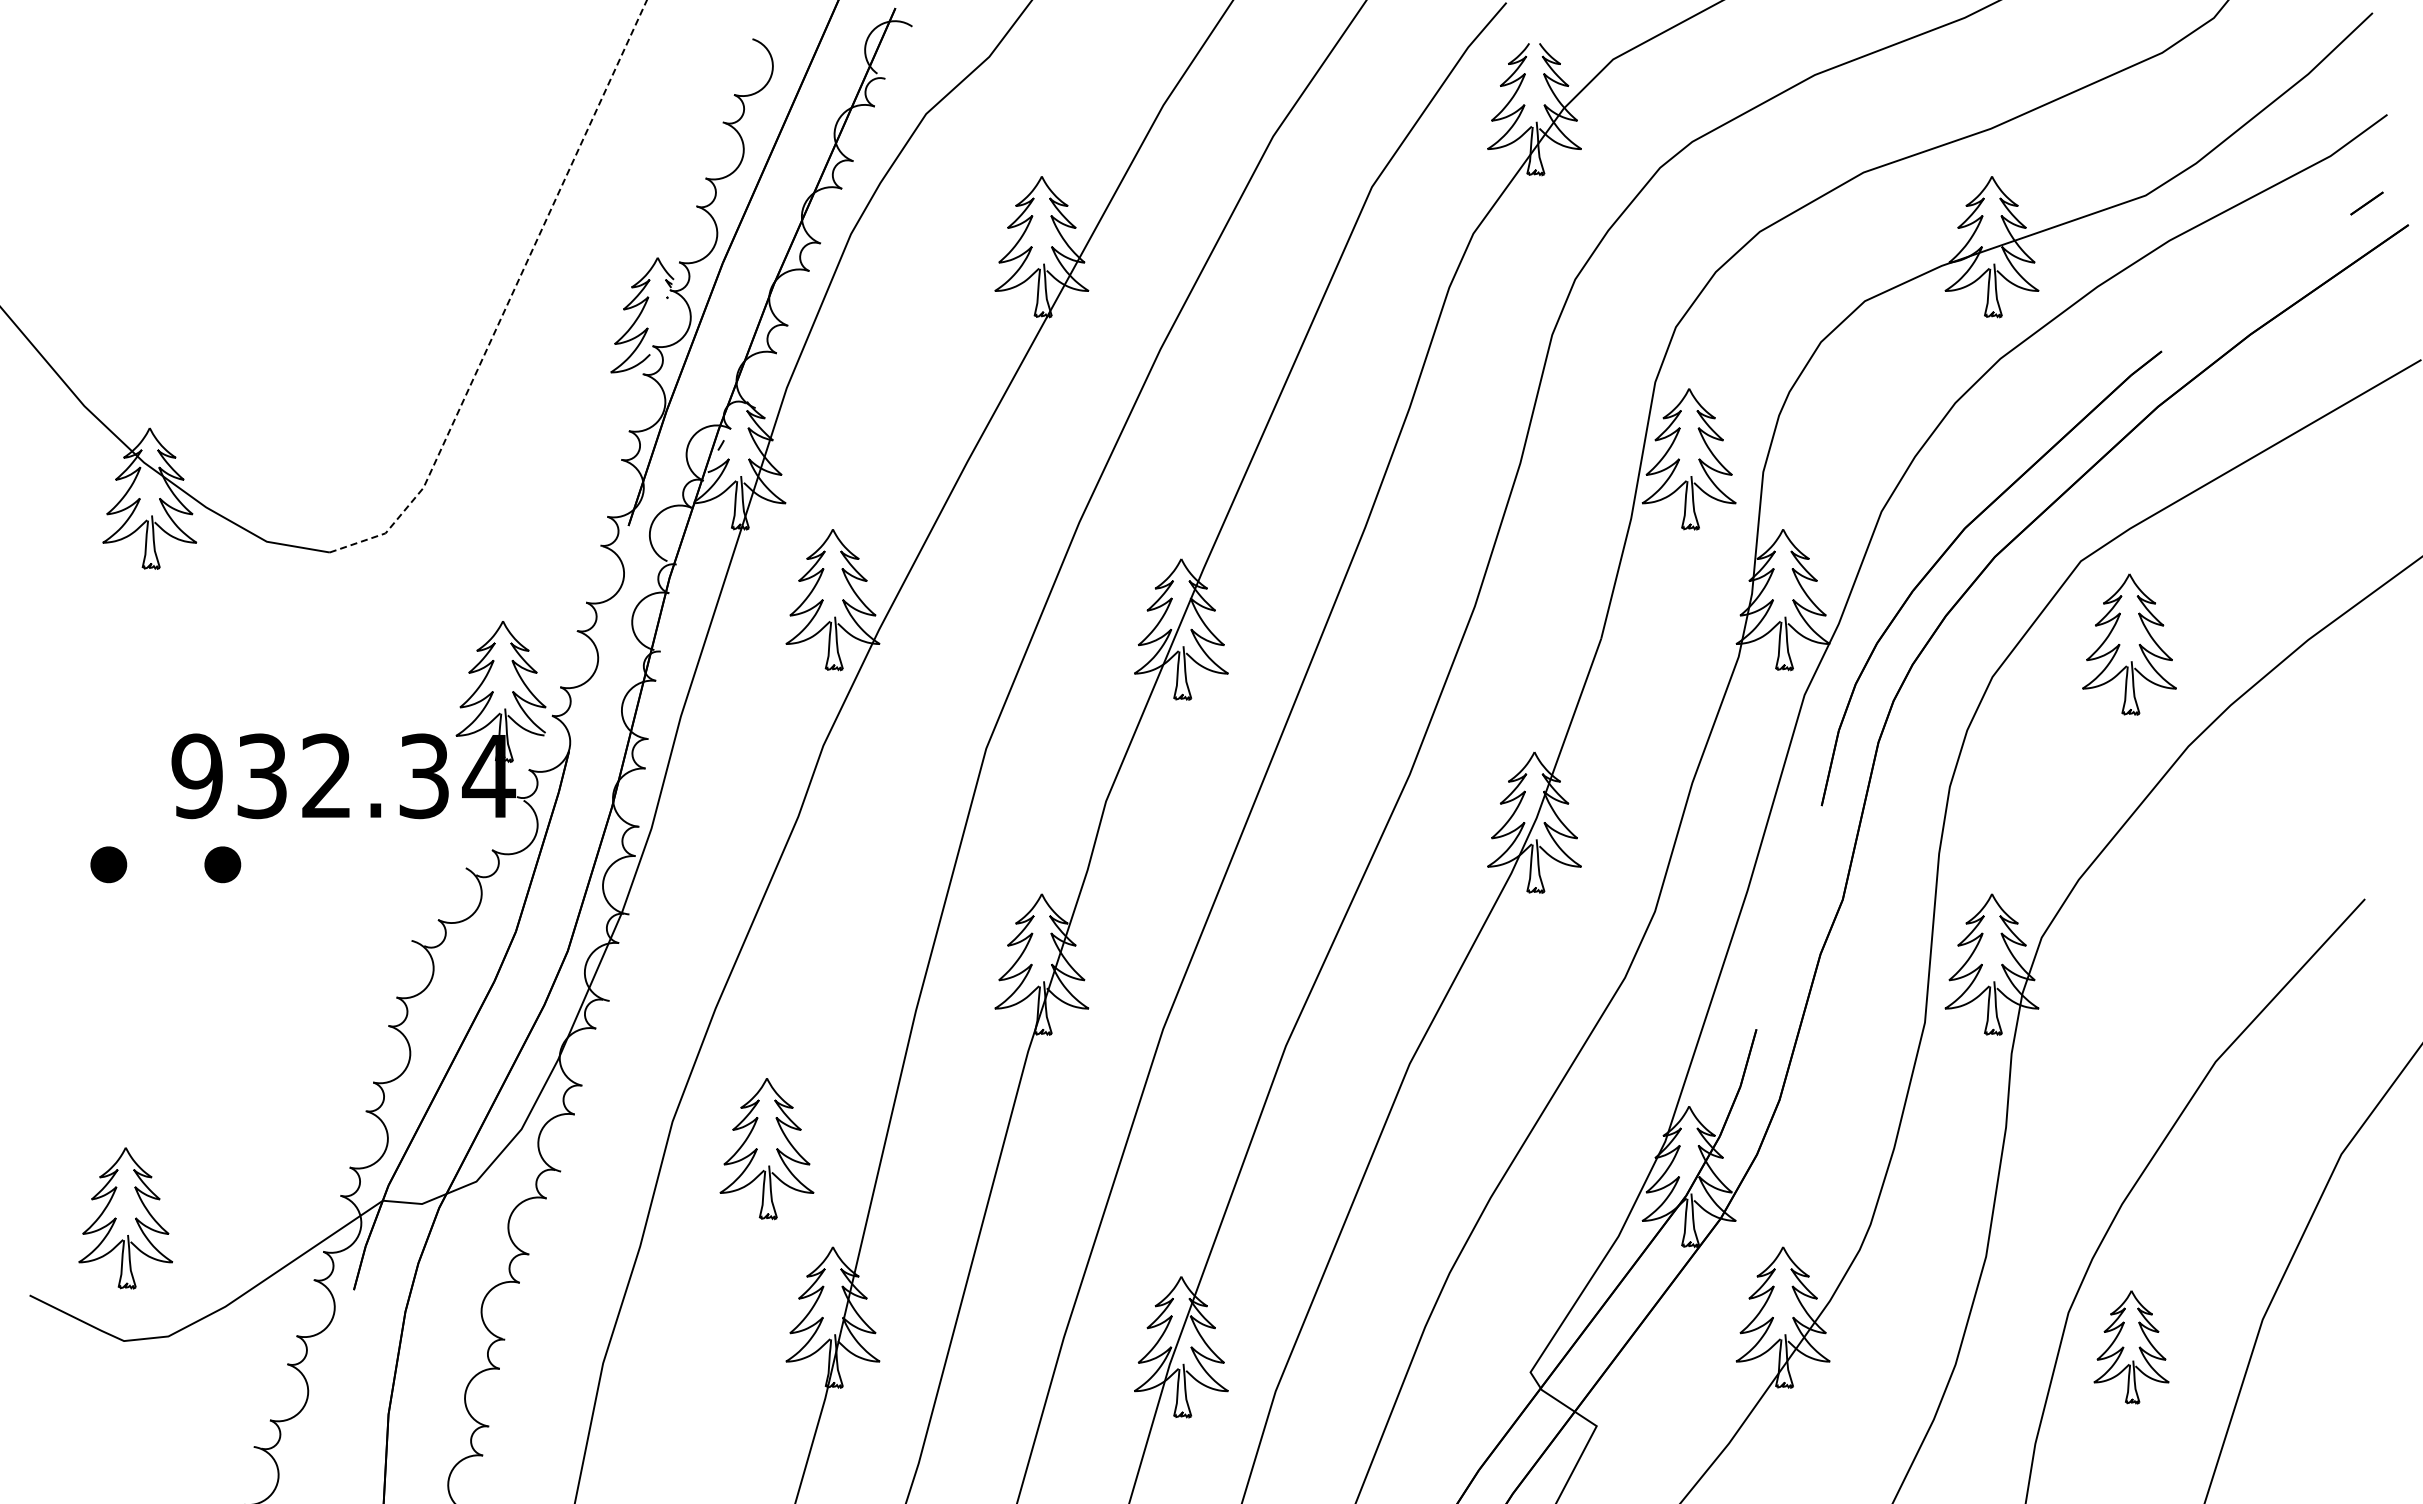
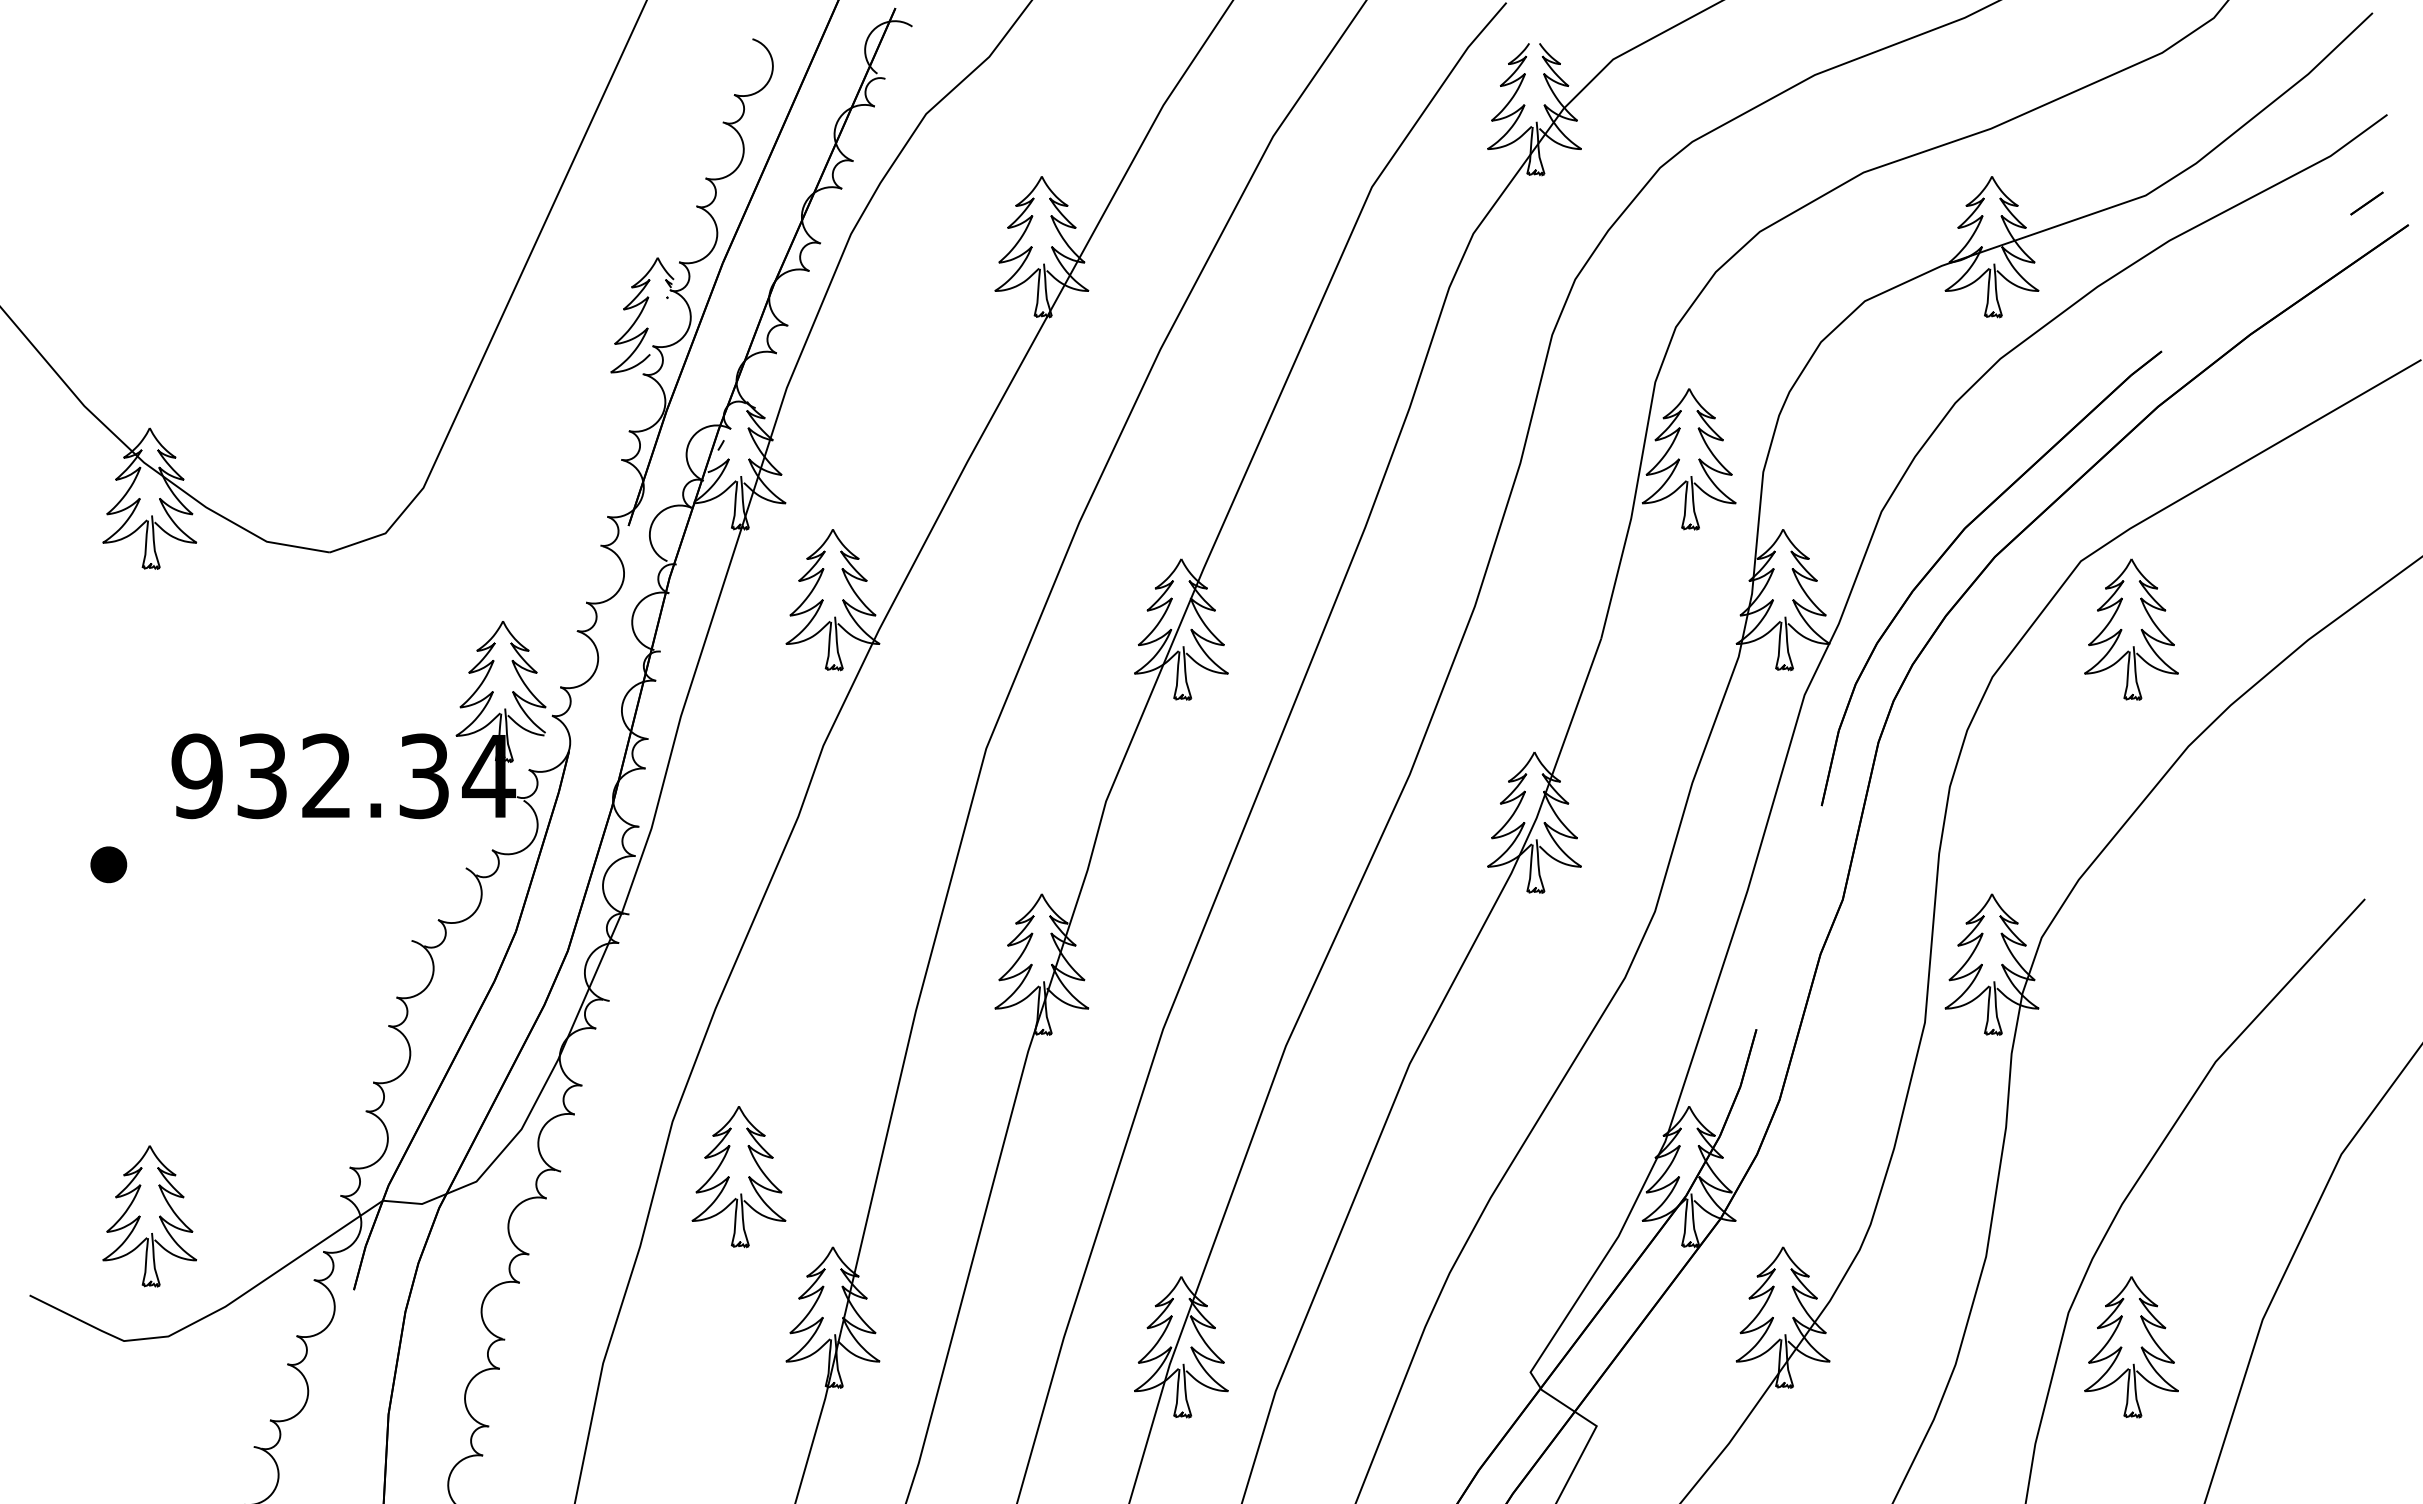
line at (510, 298): dashed -> solid
part at (2129, 644) position: (2129, 644) -> (2131, 629)
part at (222, 864): present -> none
part at (766, 1149) position: (766, 1149) -> (738, 1177)
part at (125, 1218) position: (125, 1218) -> (149, 1216)
part at (2131, 1347) size: 77x115 px -> 95x143 px
